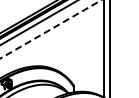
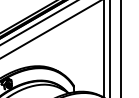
line at (51, 28): dashed -> solid
line at (121, 48): none -> present
